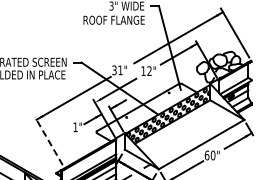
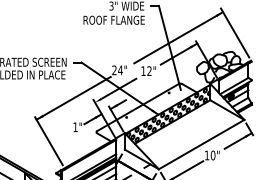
text at (117, 70): 31" -> 24"
line at (48, 141): dashed -> solid
text at (206, 155): 60" -> 10"
